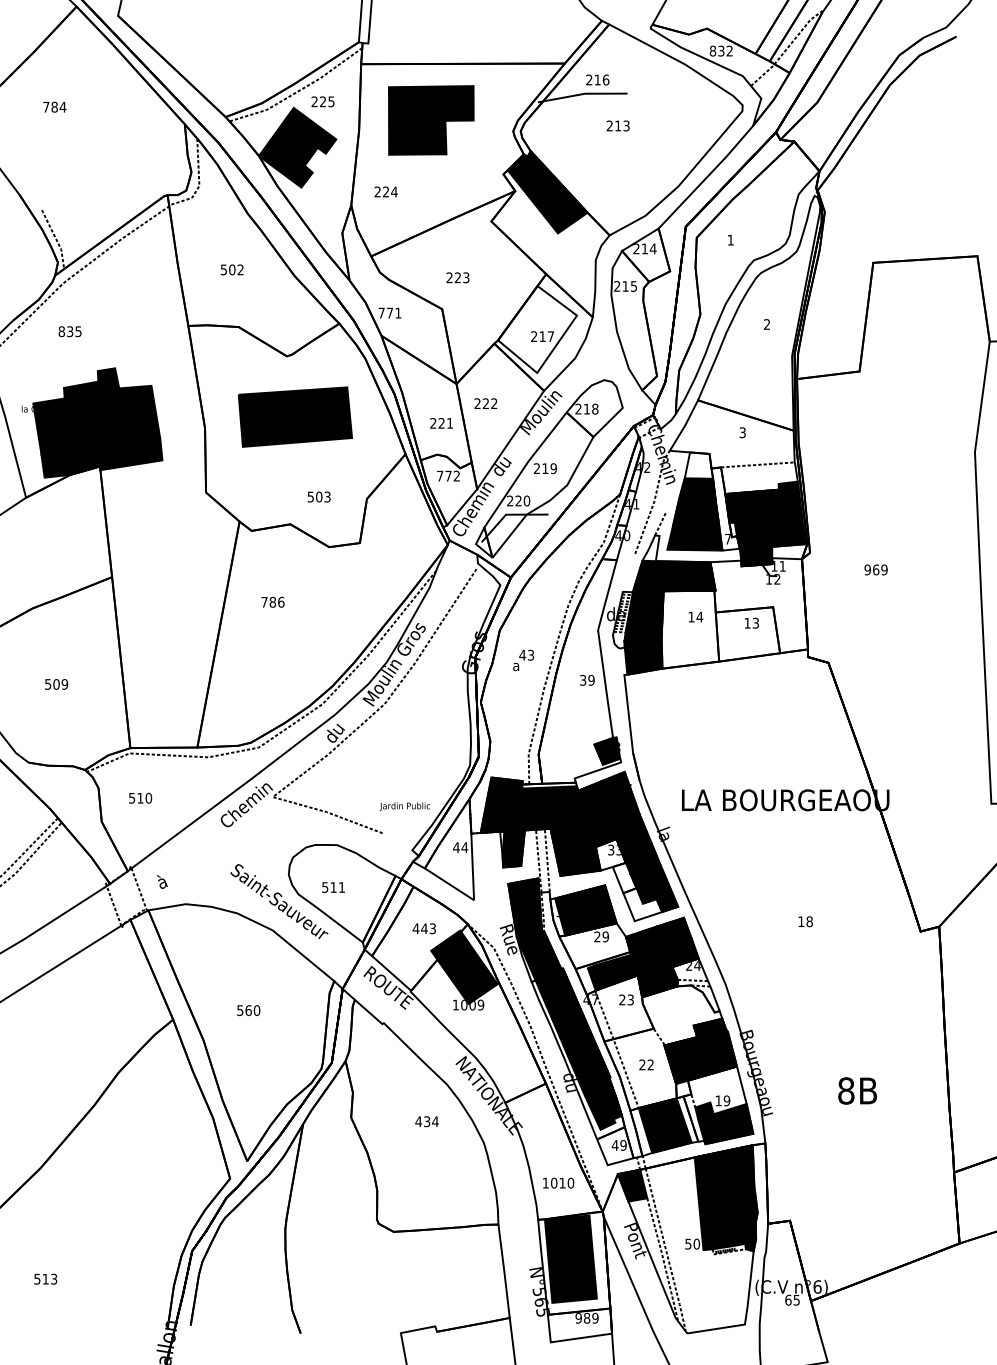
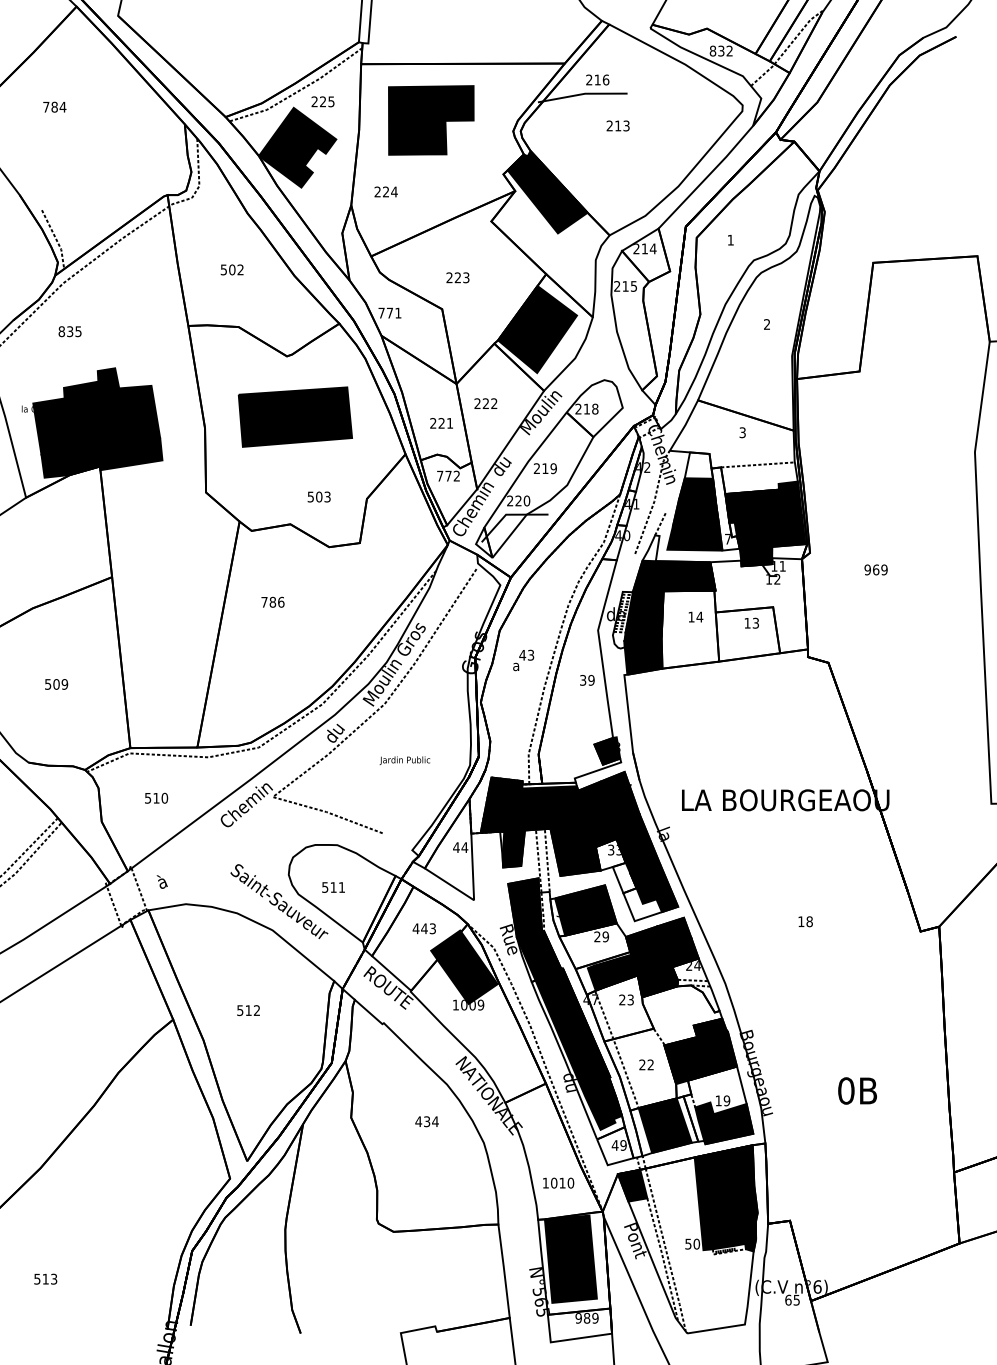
fill at (537, 329): none -> present
text at (140, 797) position: (140, 797) -> (156, 797)
text at (404, 806) position: (404, 806) -> (404, 760)
text at (252, 1010): 560 -> 512
text at (846, 1090): 8B -> 0B
